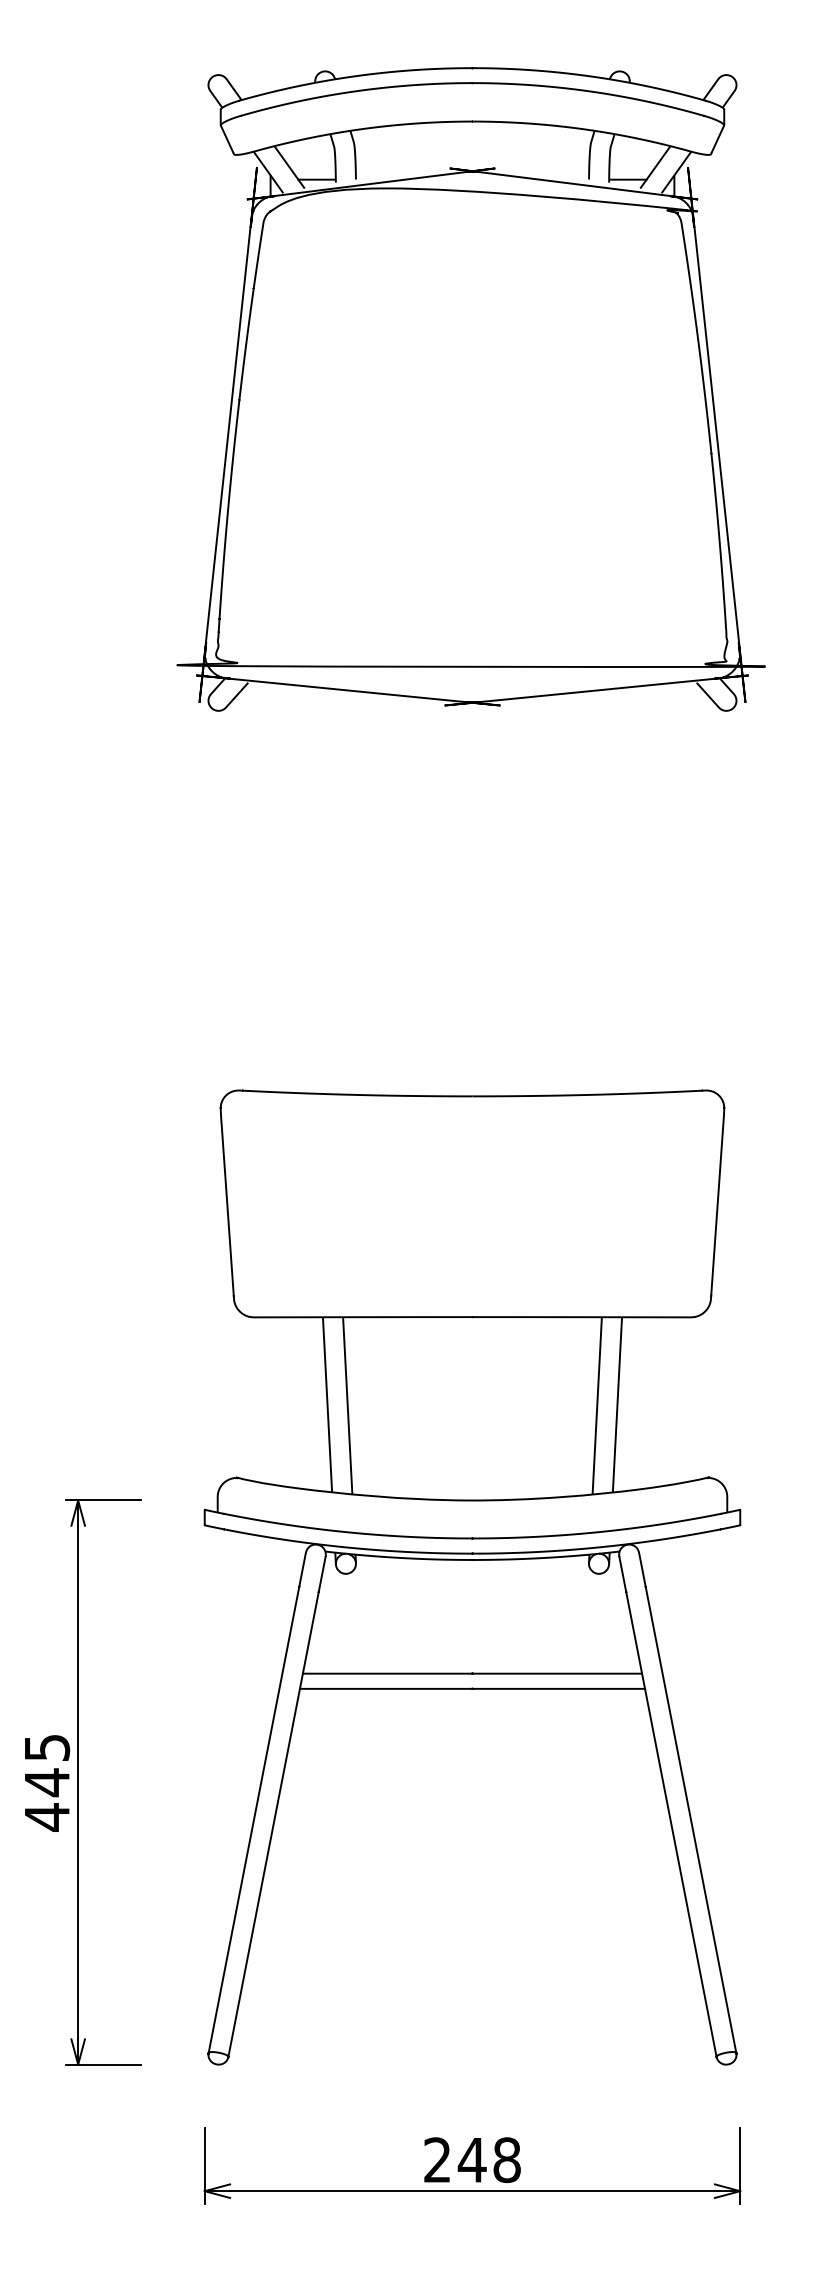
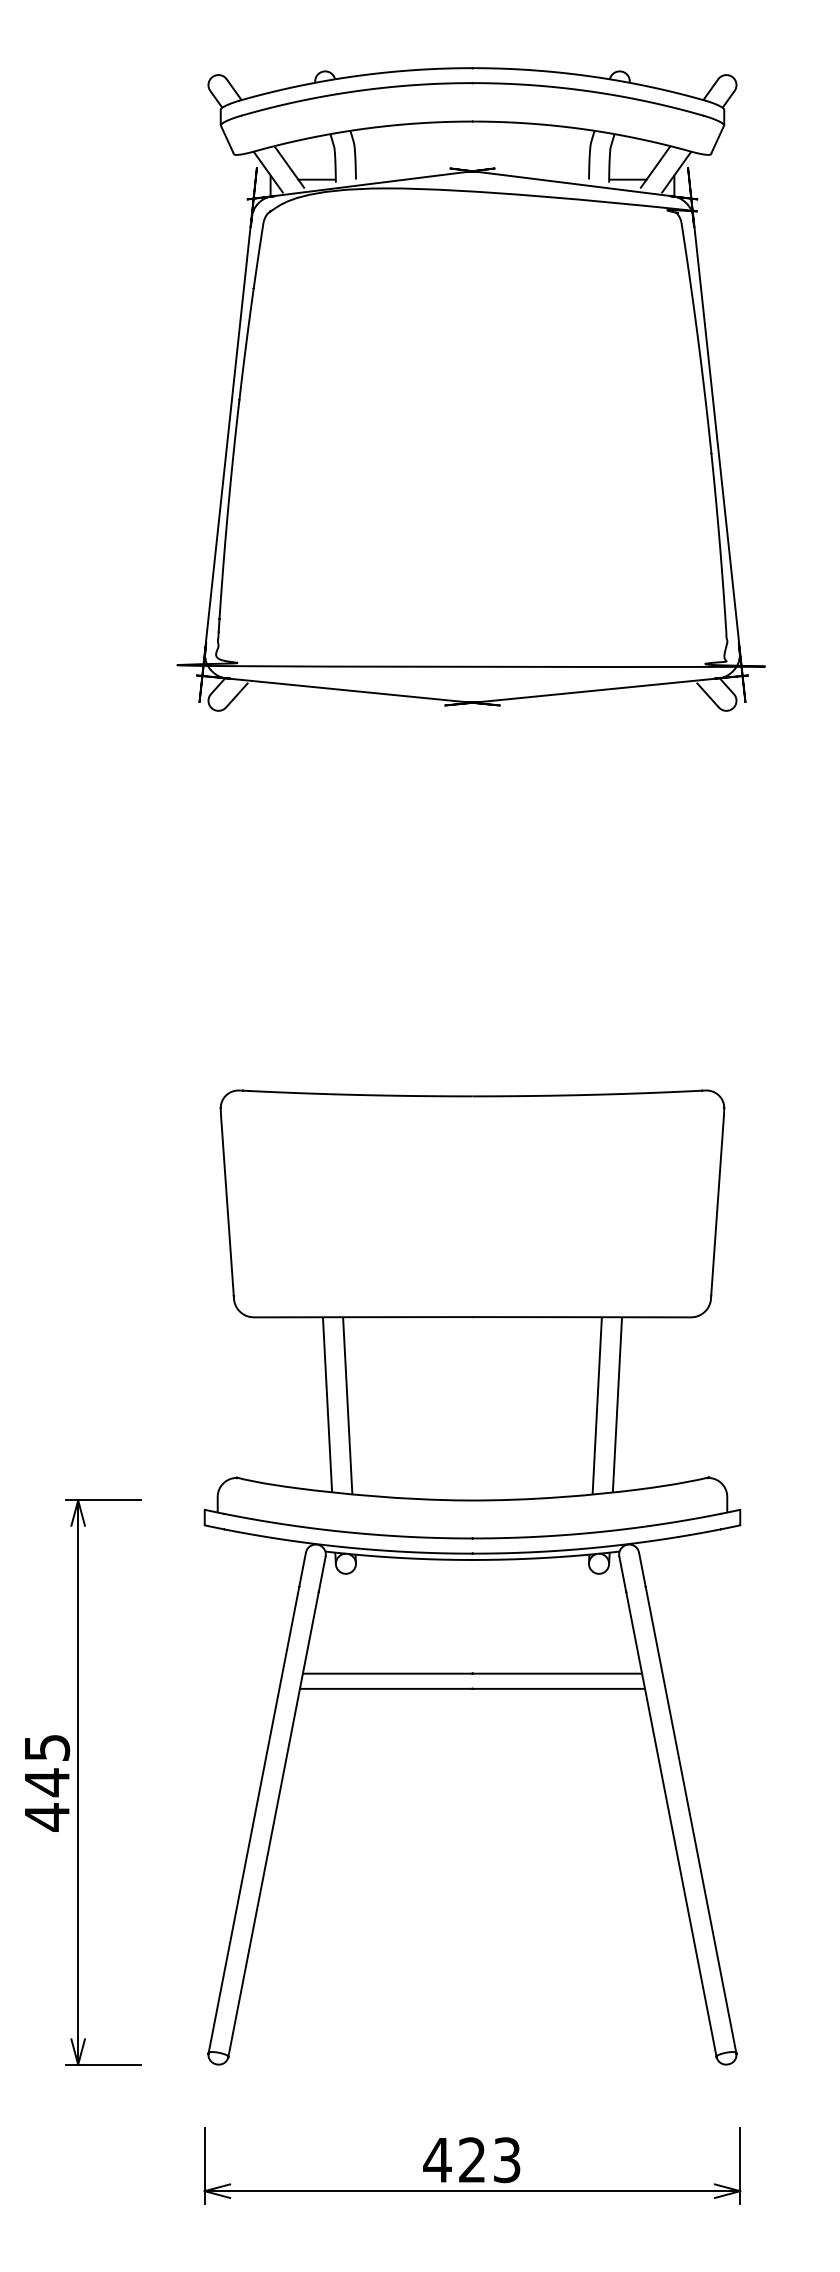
text at (471, 2160): 248 -> 423
